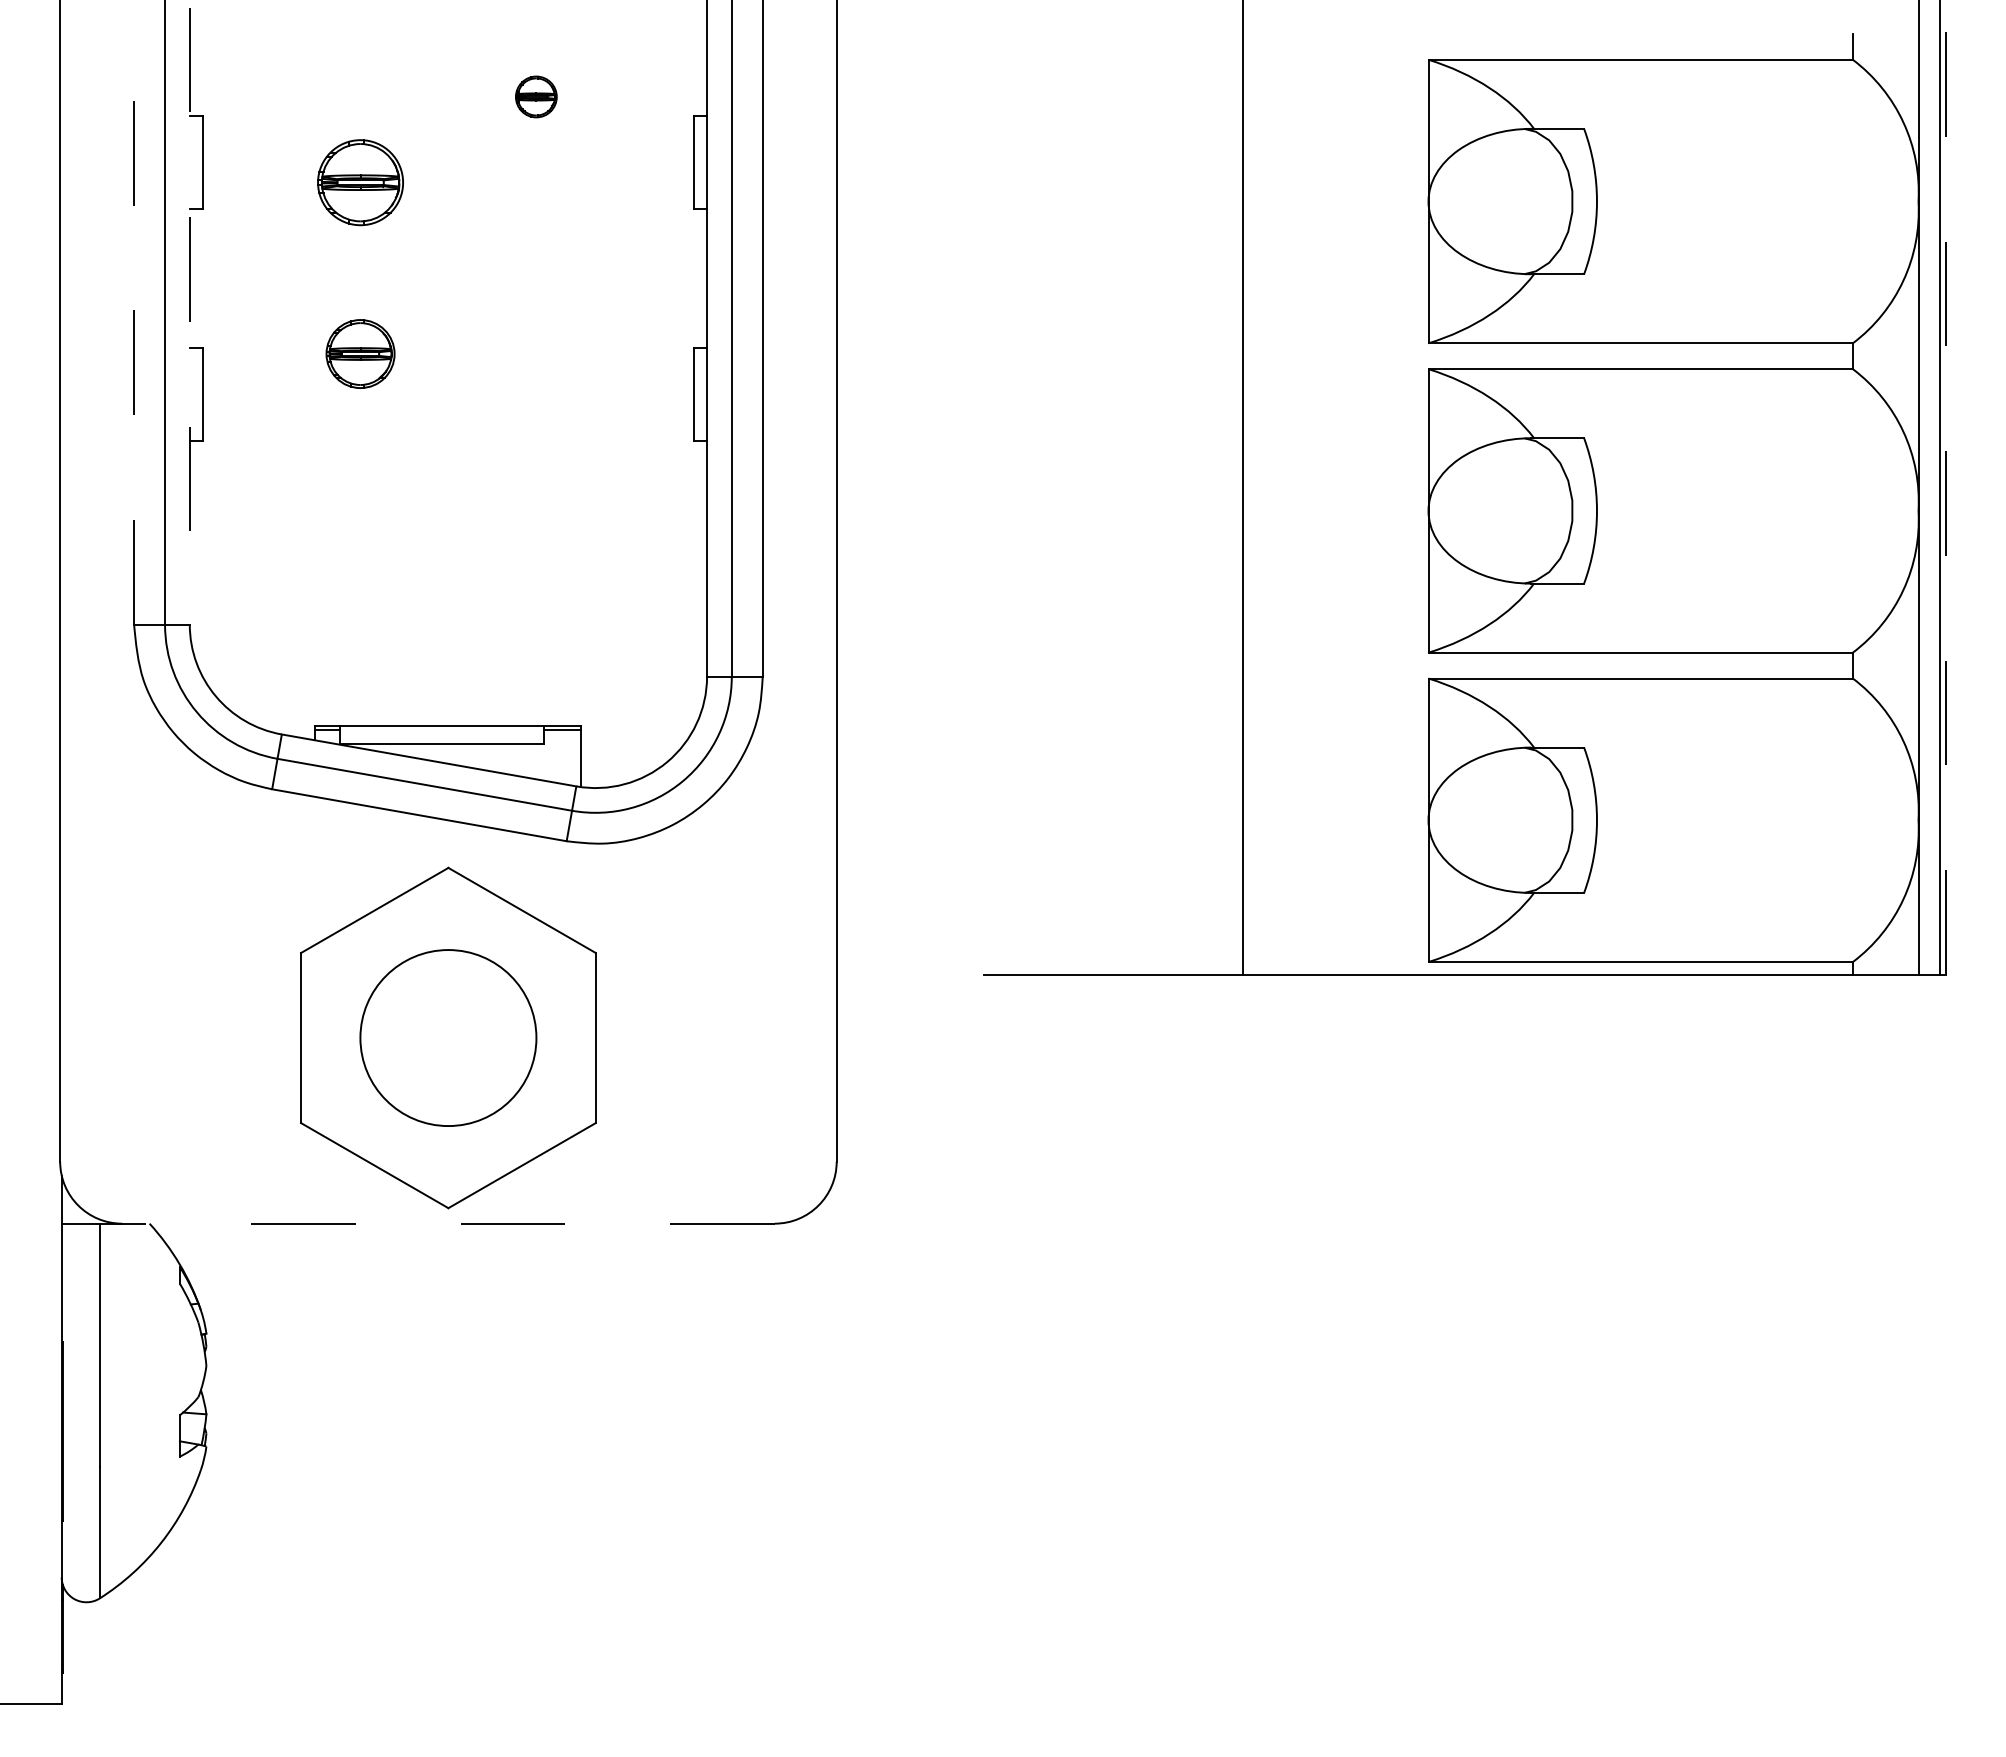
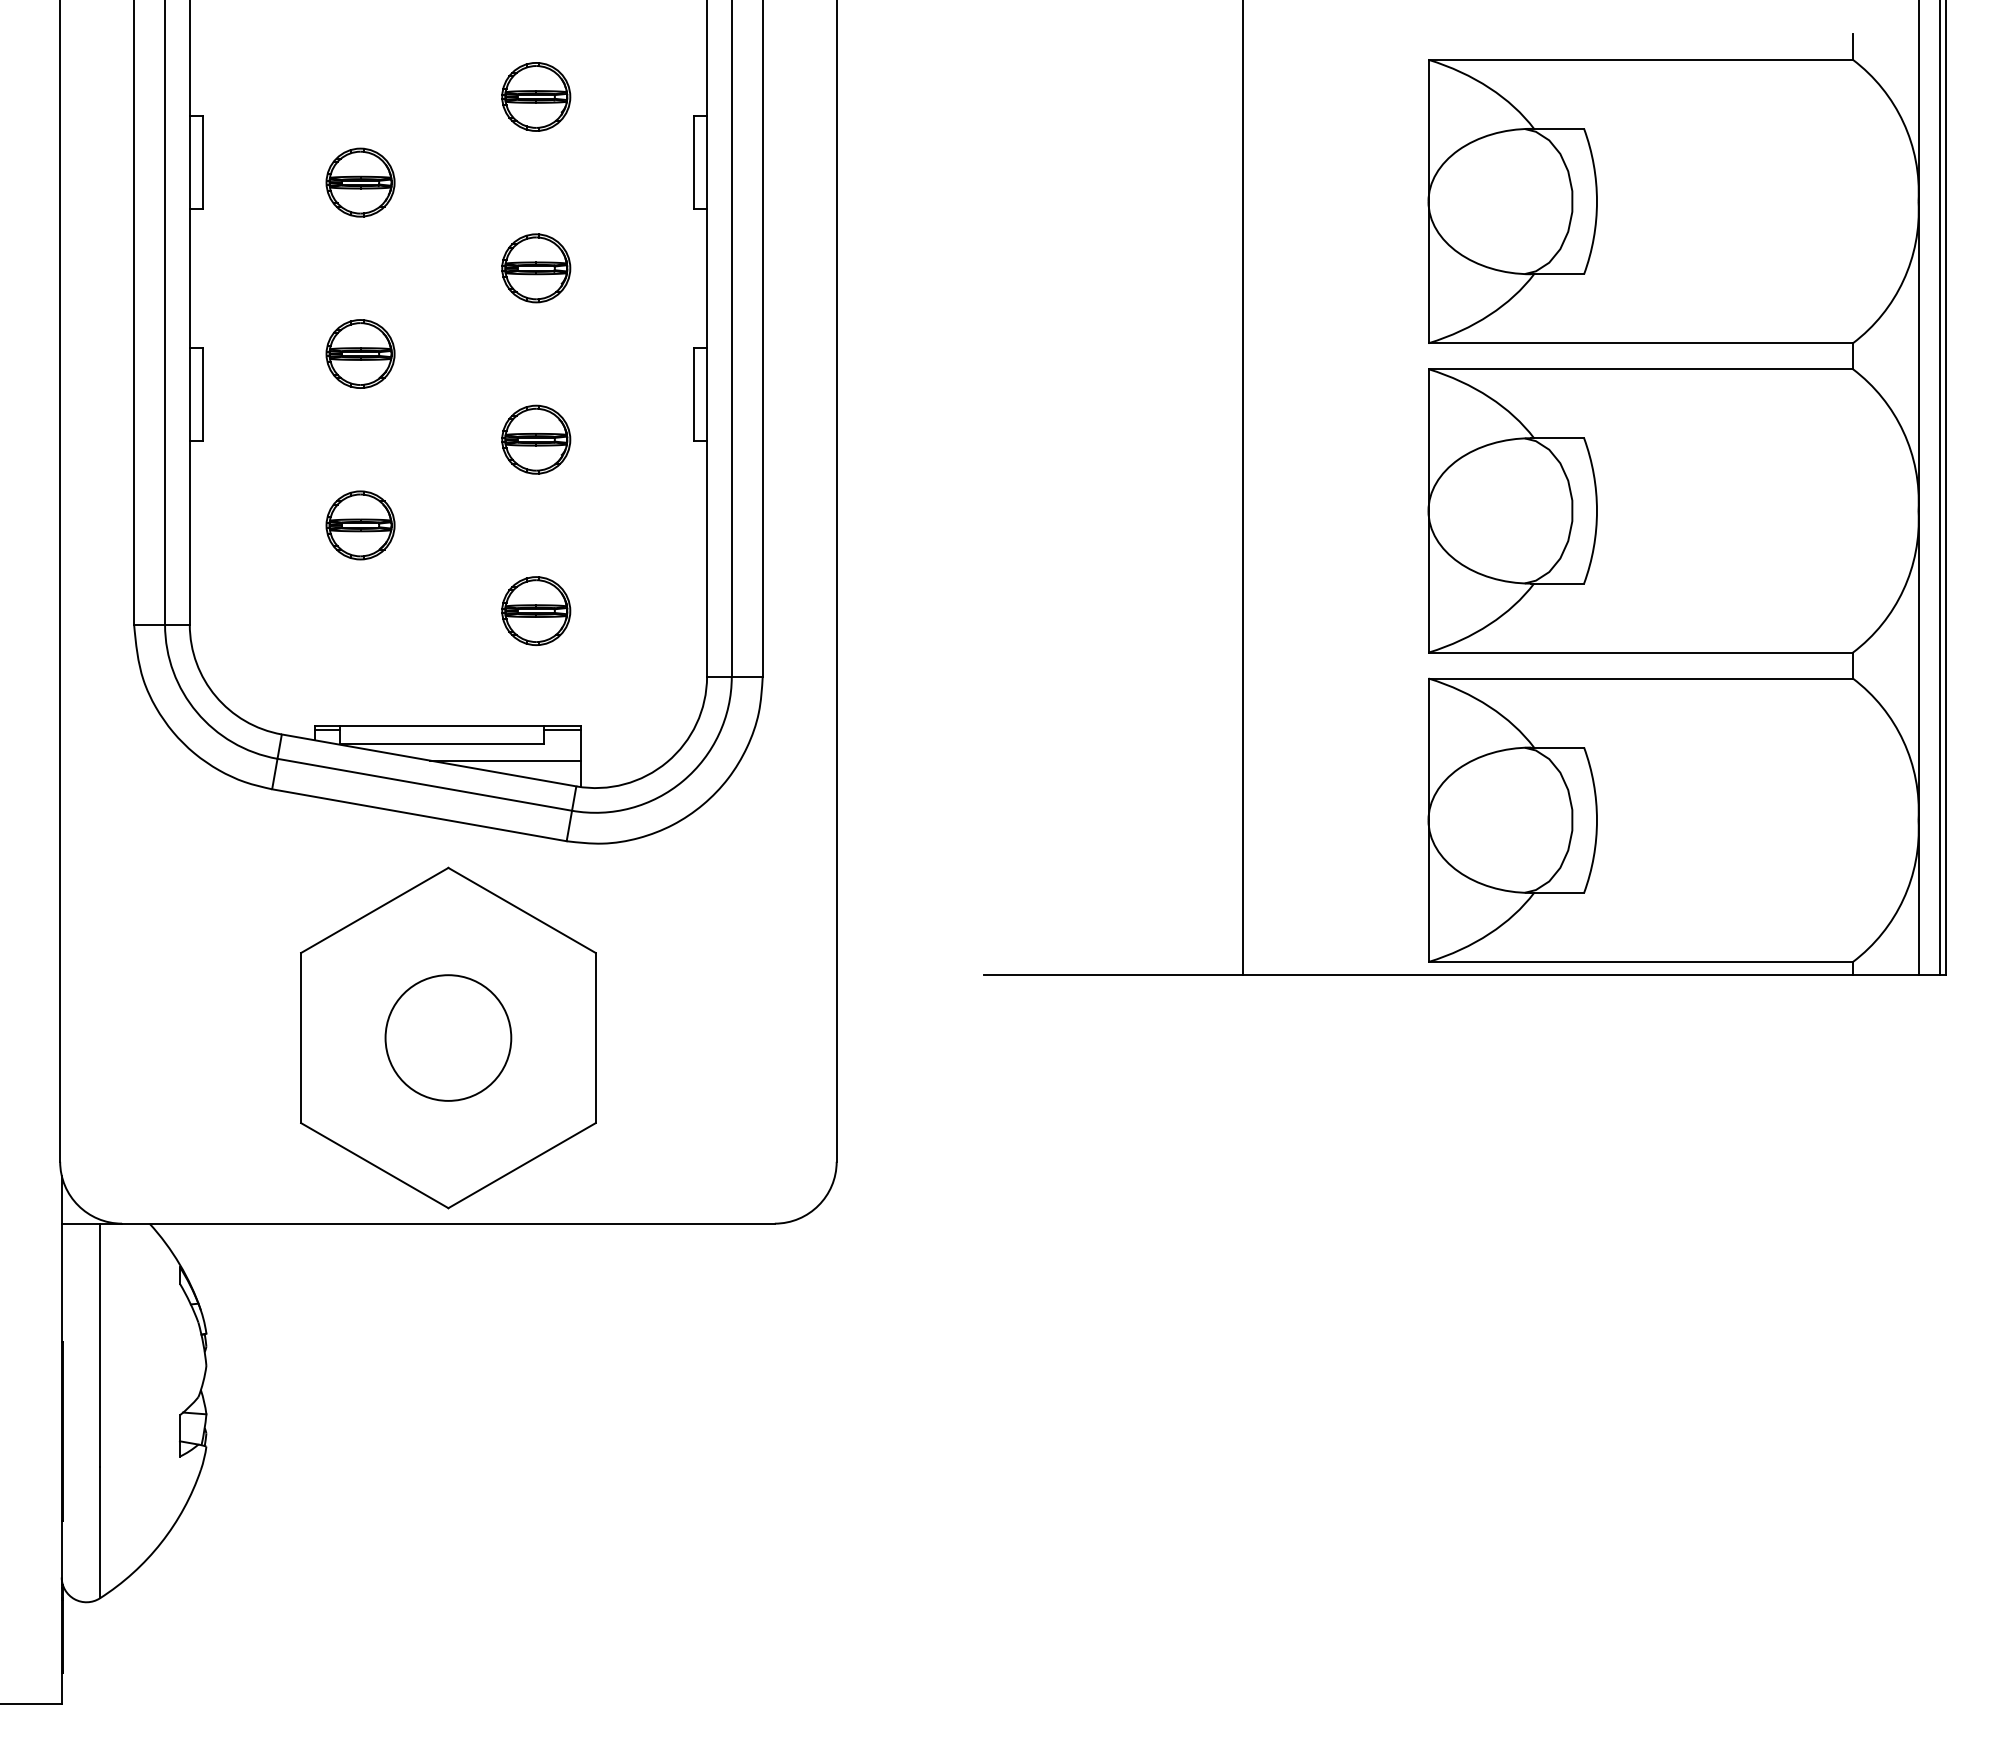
part at (536, 96) size: 43x44 px -> 71x70 px
part at (360, 182) size: 87x88 px -> 71x71 px
part at (536, 268): none -> present
line at (134, 312): dashed -> solid
line at (189, 312): dashed -> solid
part at (536, 439): none -> present
line at (1945, 487): dashed -> solid
part at (360, 525): none -> present
part at (536, 610): none -> present
line at (505, 760): none -> present
circle at (448, 1038) diameter: 176 px -> 126 px
line at (447, 1223): dashed -> solid
